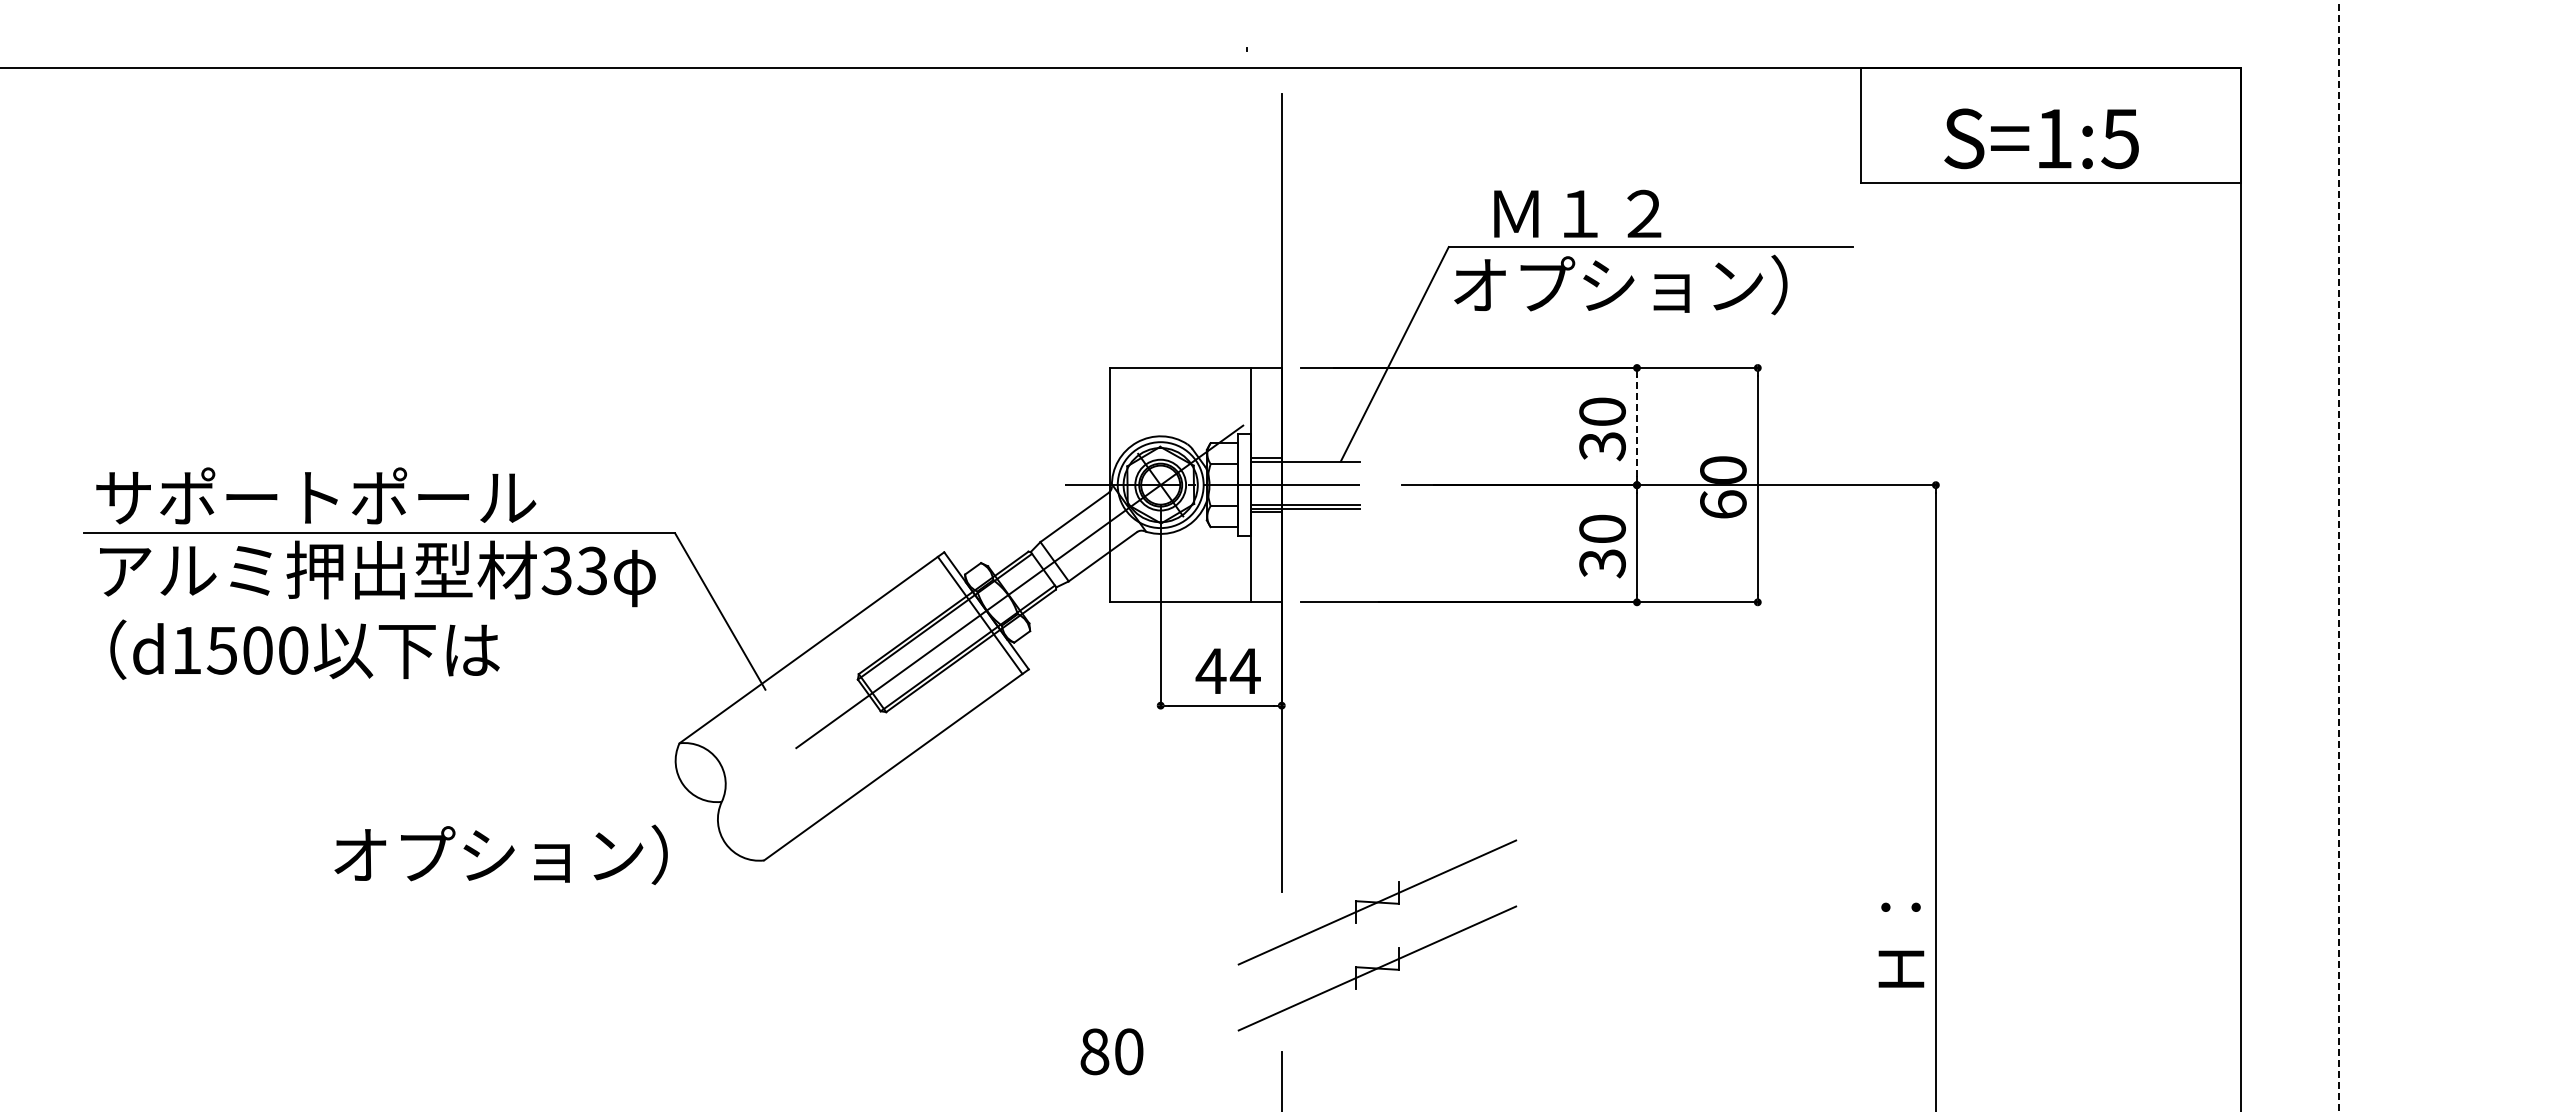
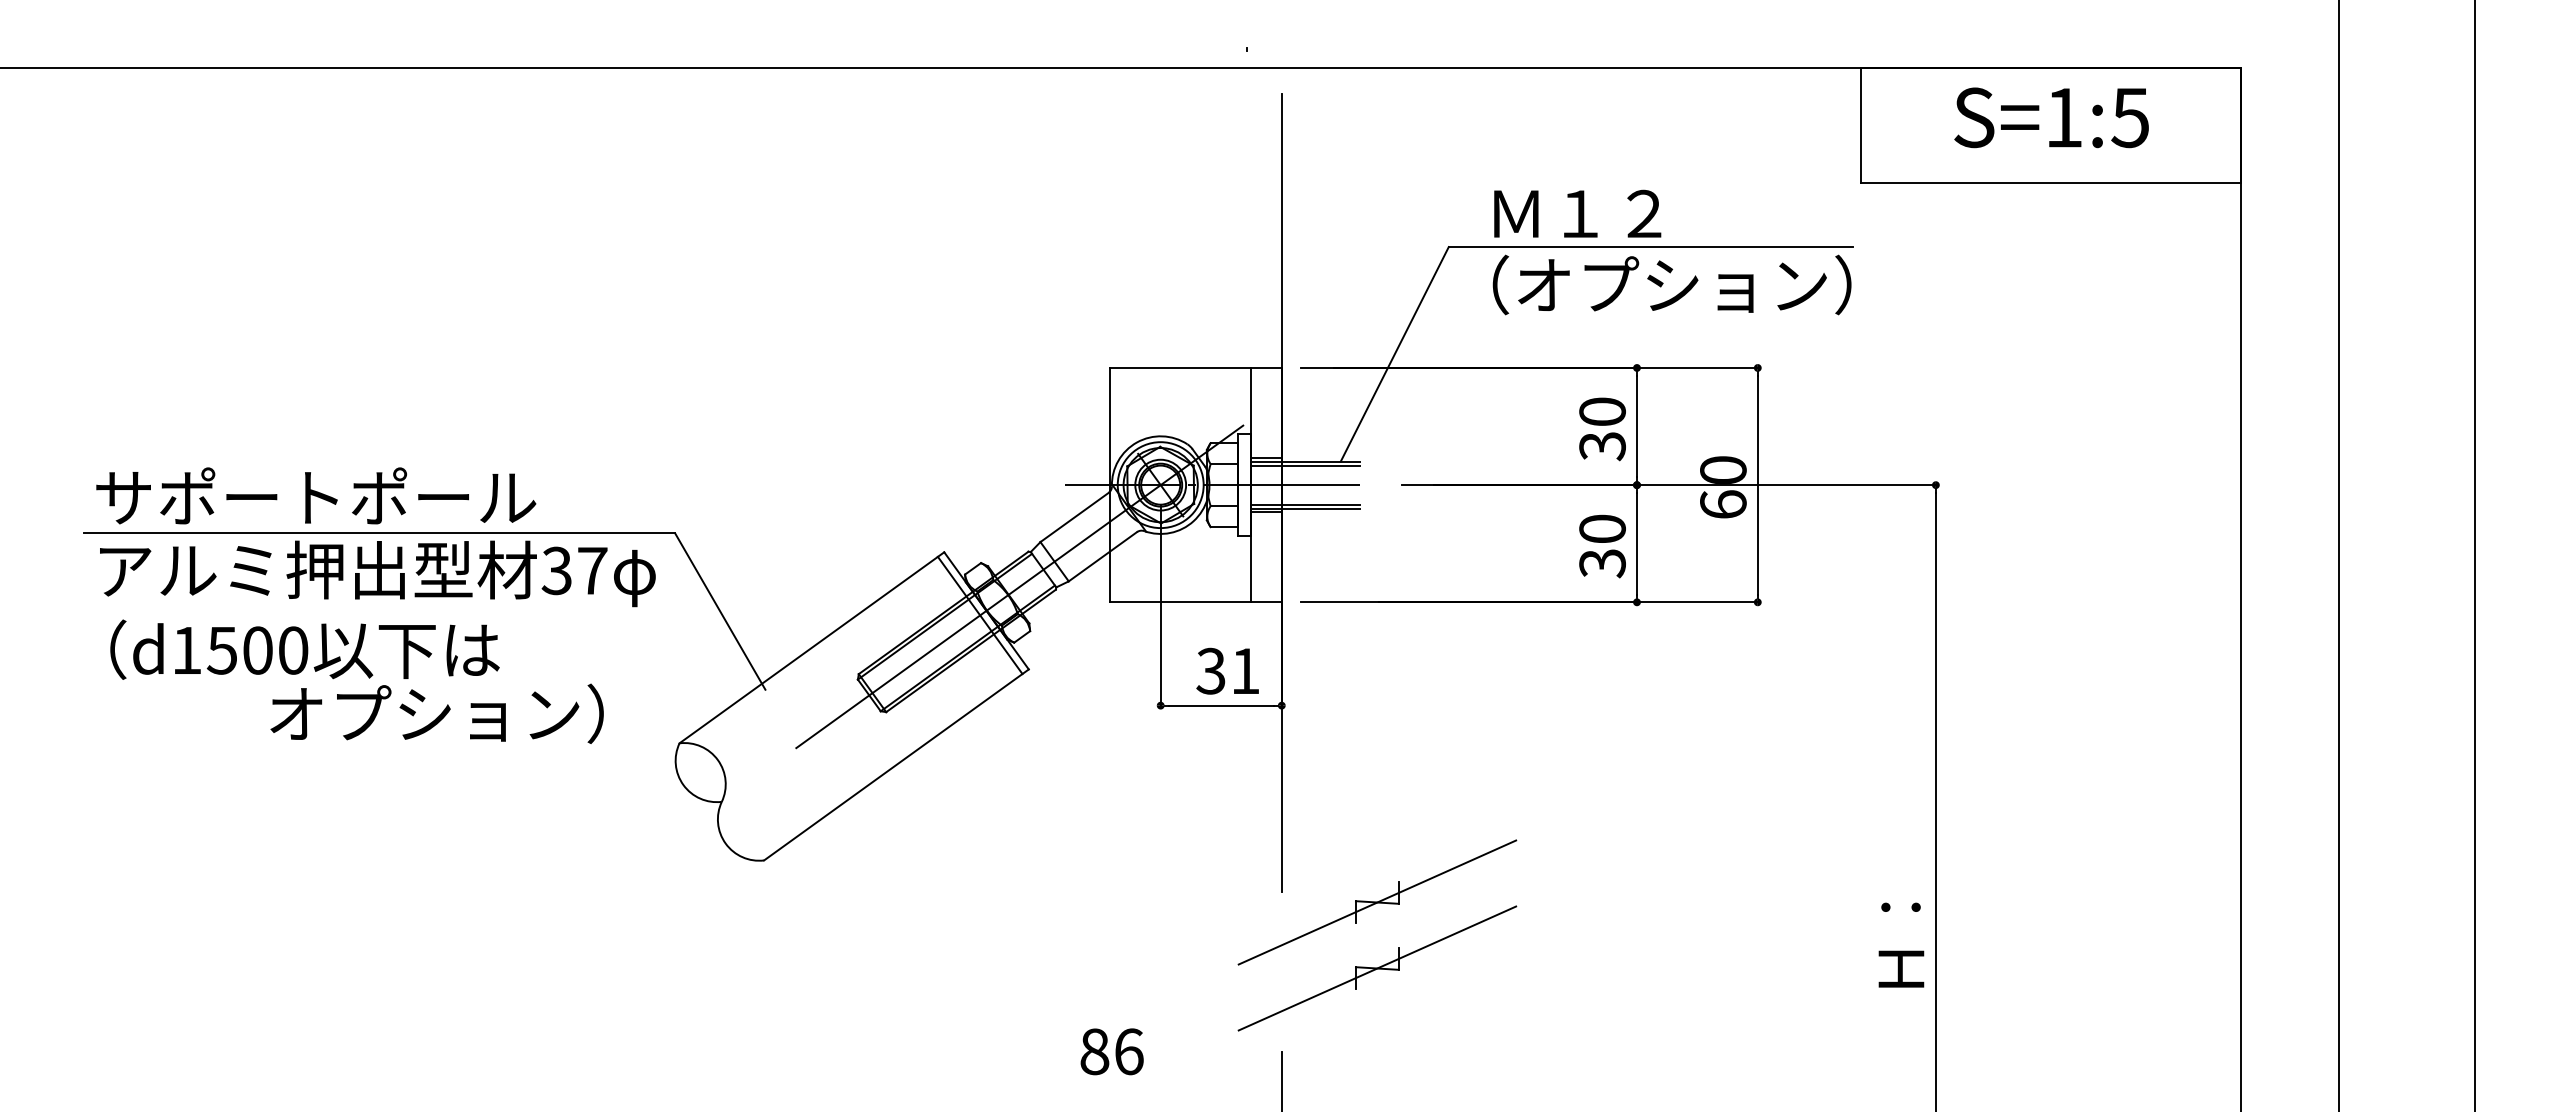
text at (2041, 138) position: (2041, 138) -> (2051, 117)
text at (1652, 284): オプション） -> （オプション）
line at (1636, 426): dashed -> solid
line at (1304, 465): none -> present
line at (2338, 555): dashed -> solid
line at (2475, 555): none -> present
text at (592, 570): 33 -> 37
text at (1227, 670): 44 -> 31
text at (500, 854) position: (500, 854) -> (436, 713)
text at (1129, 1051): 80 -> 86
